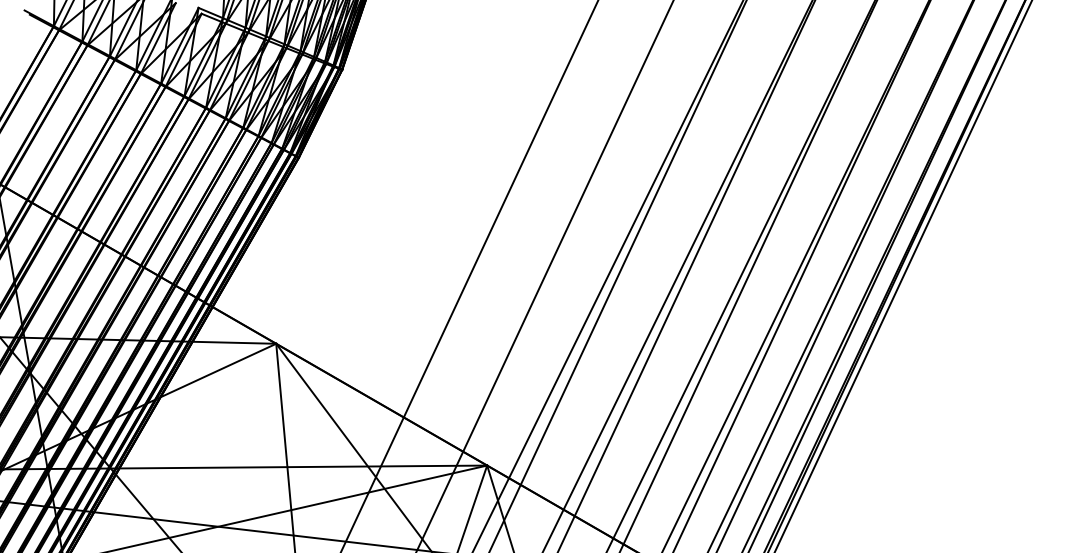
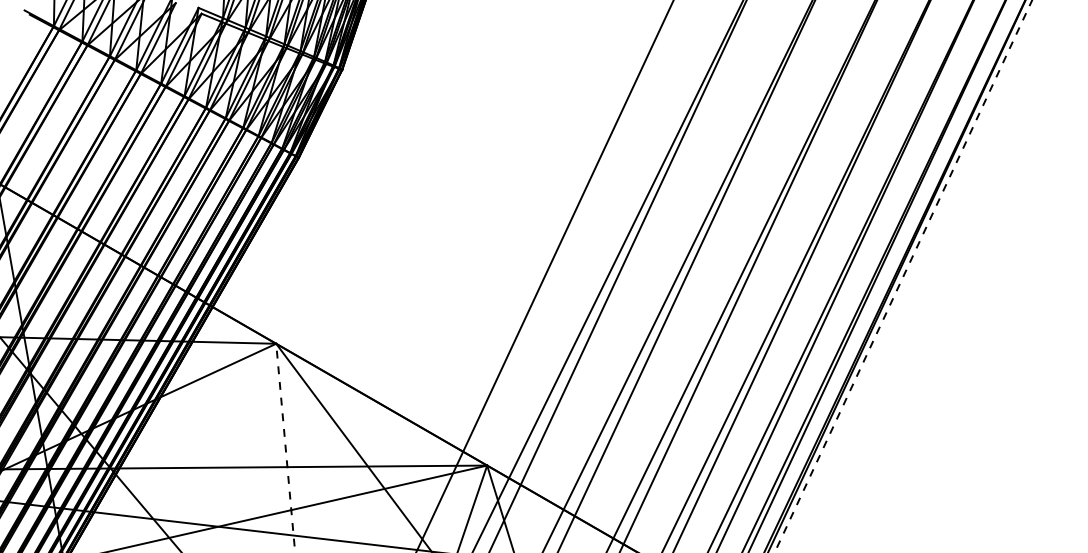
line at (469, 275): present -> none
line at (903, 275): solid -> dashed
line at (285, 448): solid -> dashed
